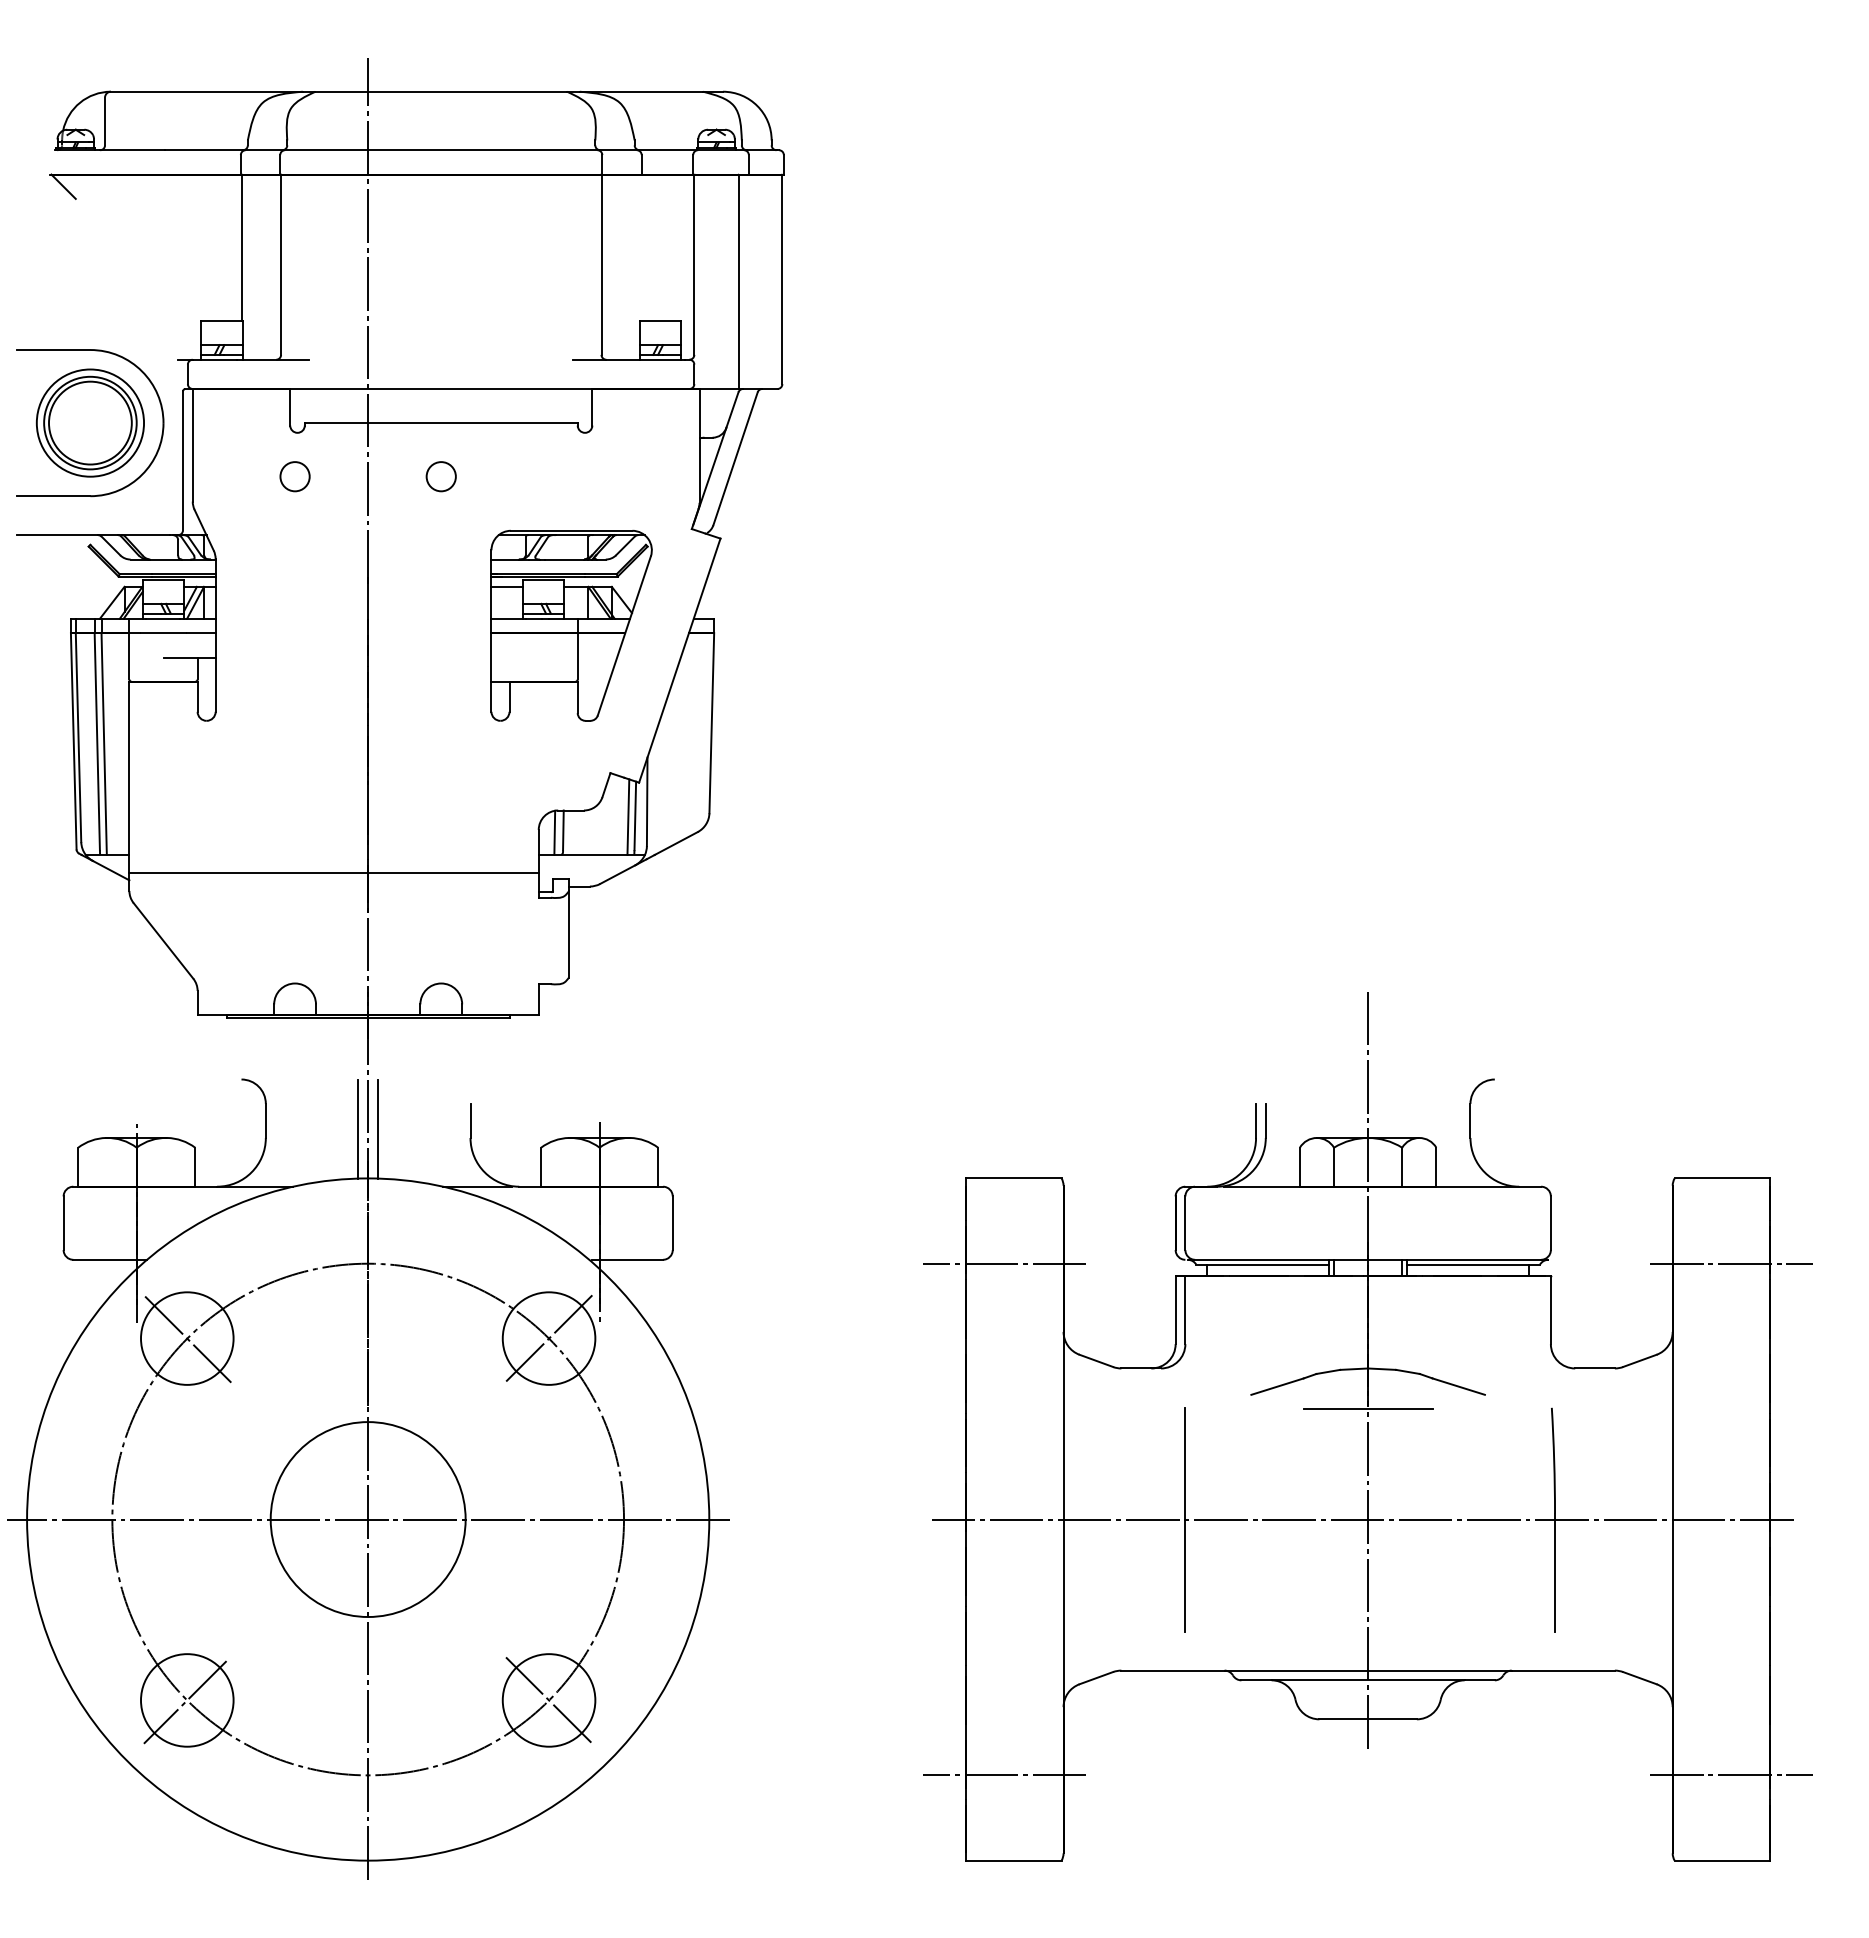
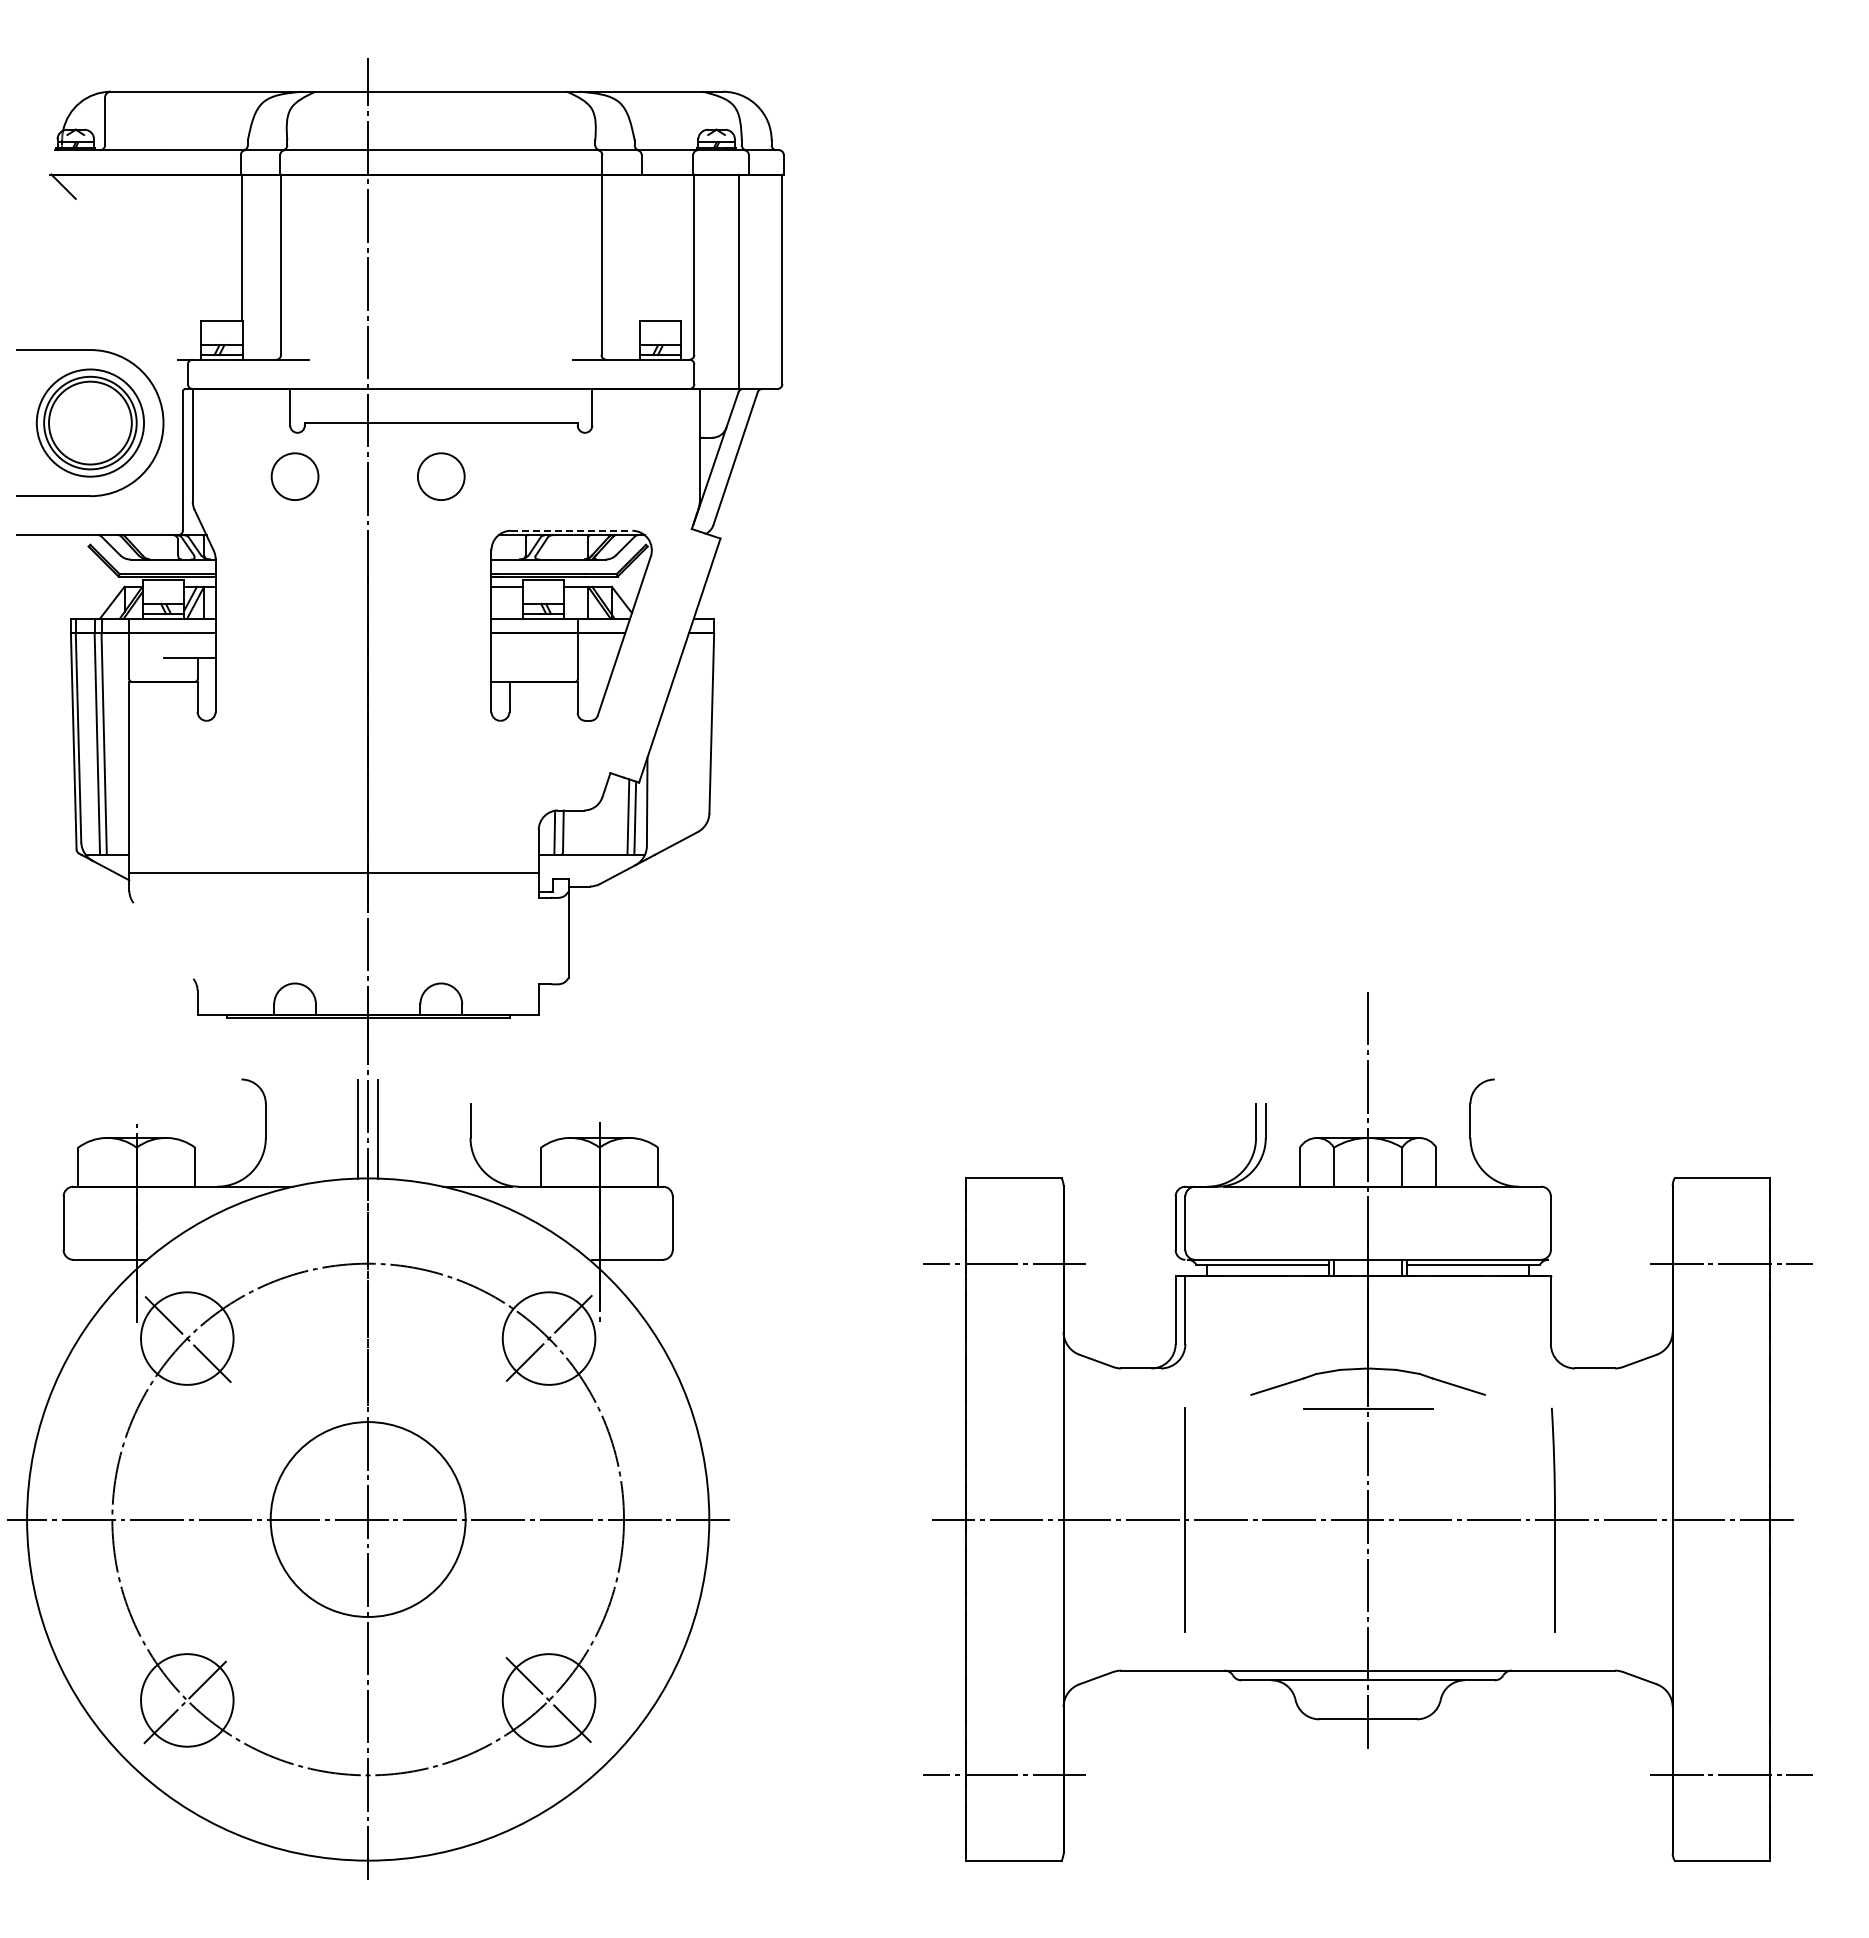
circle at (294, 476) diameter: 29 px -> 47 px
circle at (440, 476) diameter: 29 px -> 47 px
line at (571, 530): solid -> dashed
line at (163, 940): present -> none
